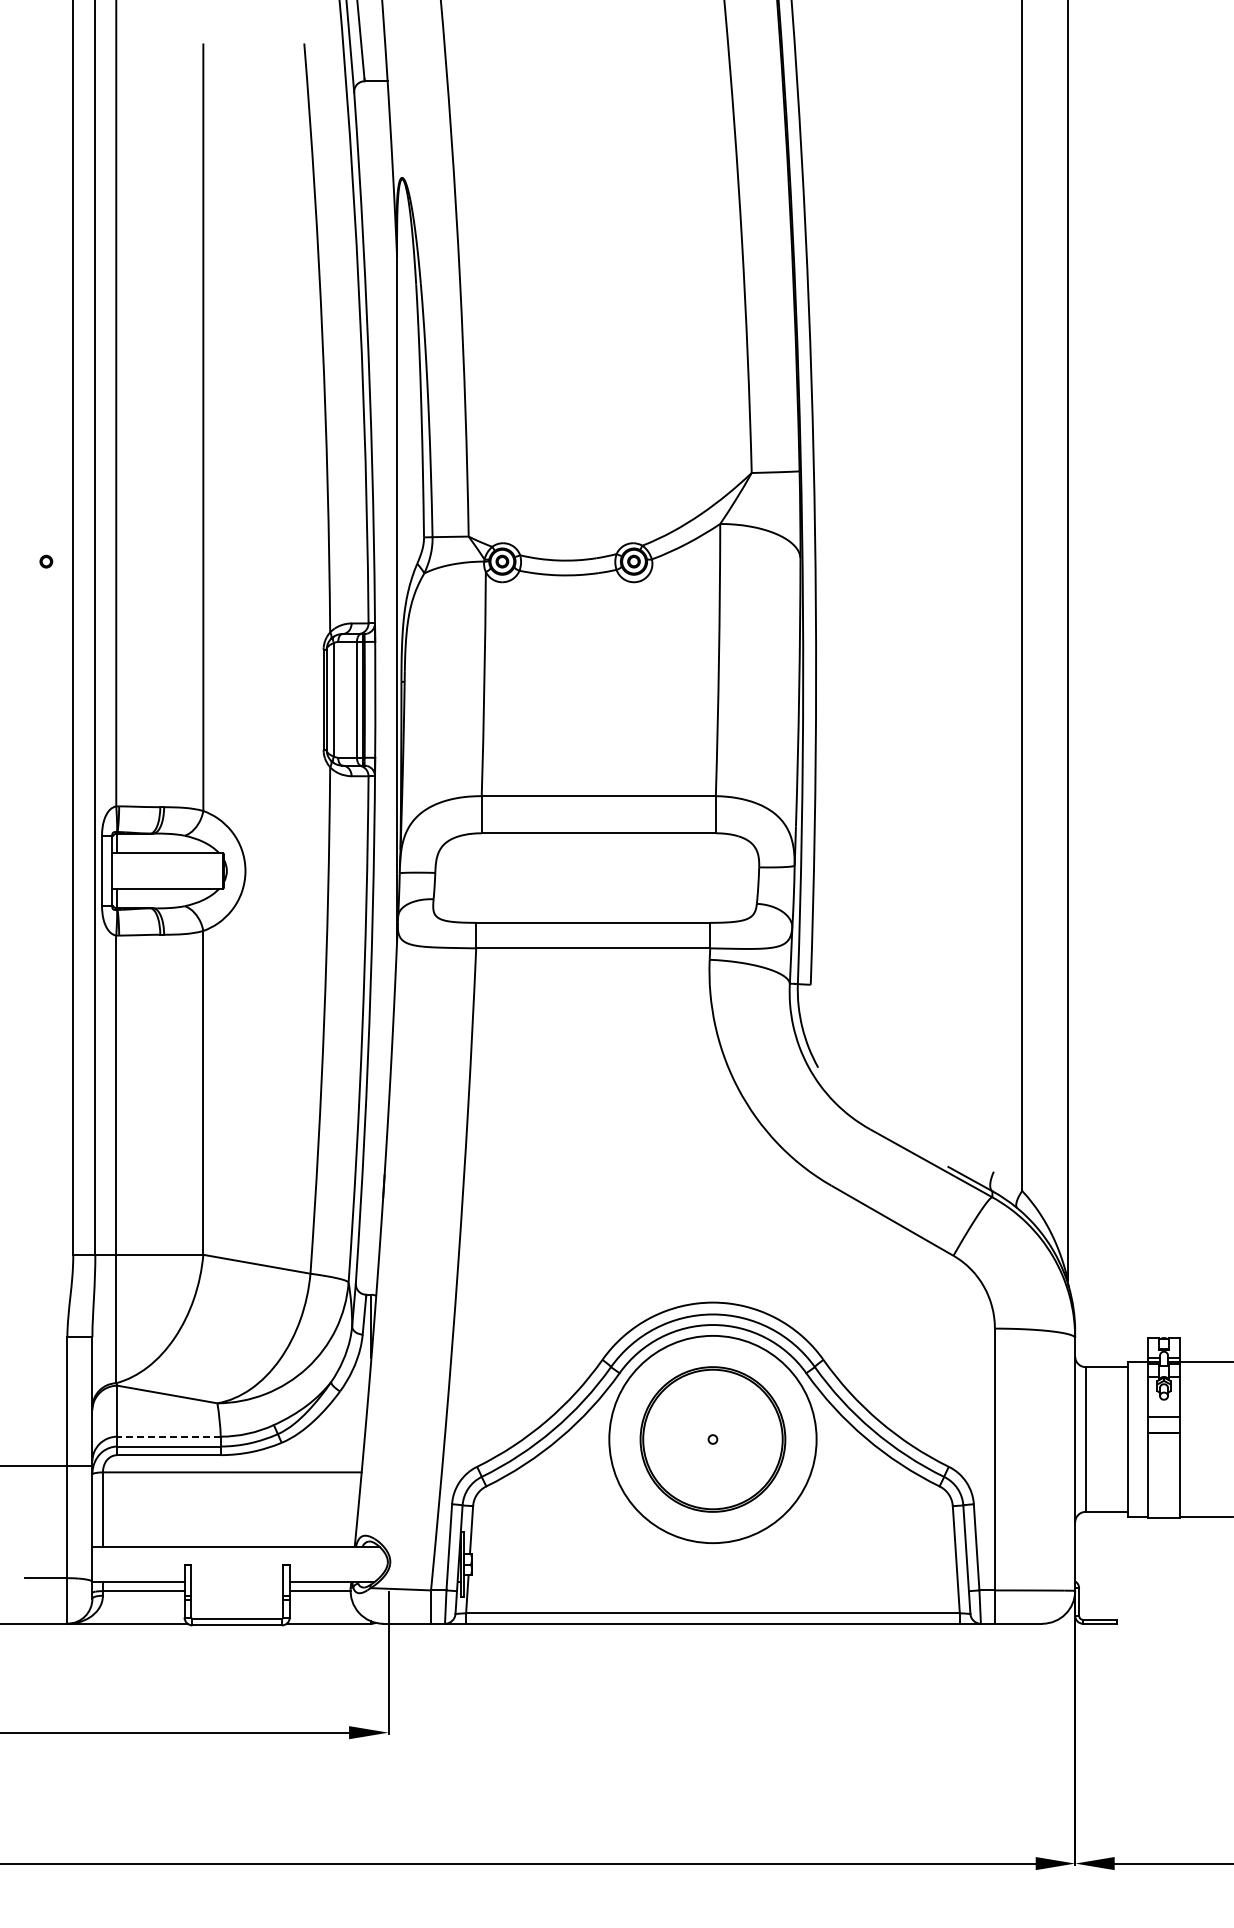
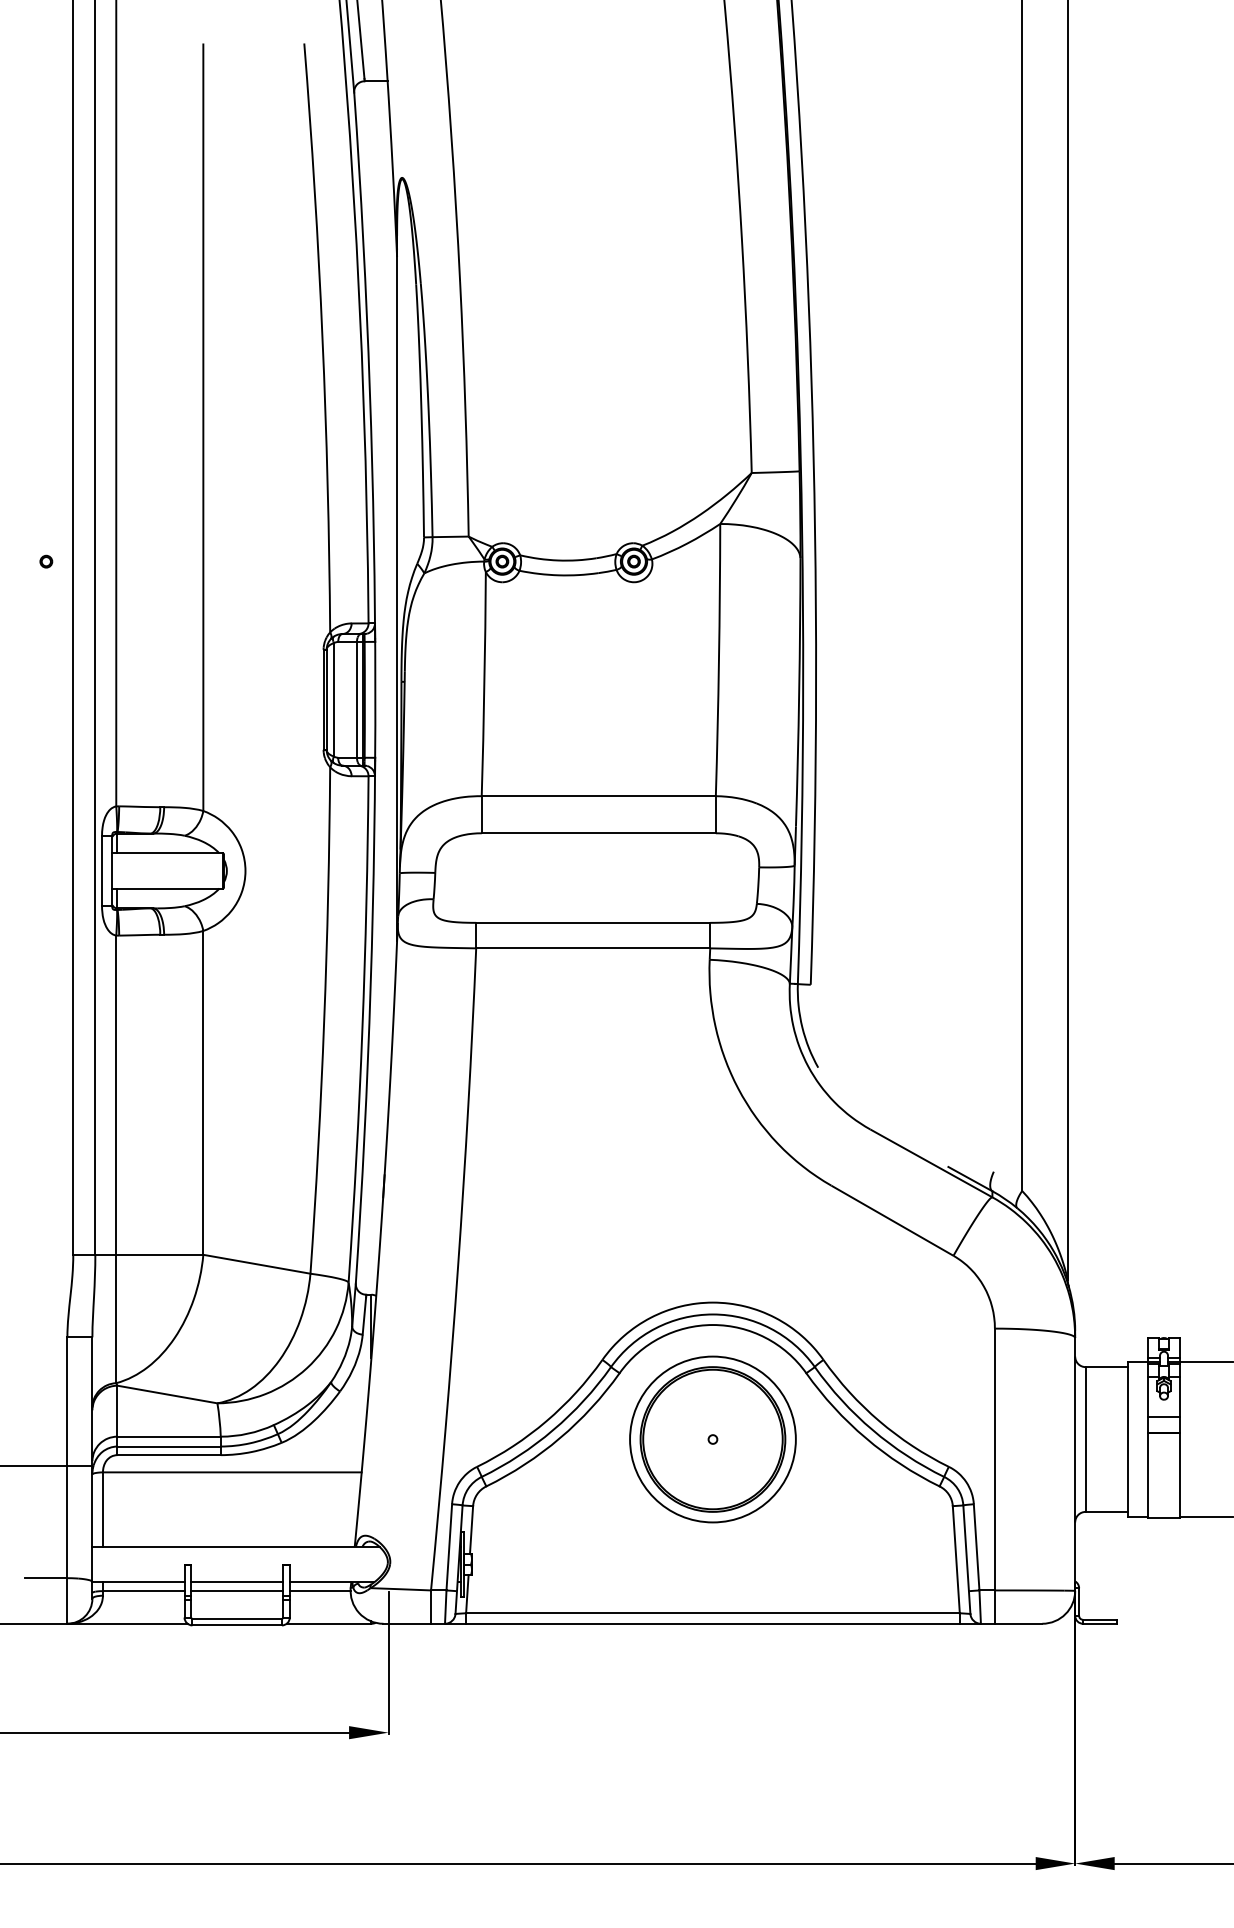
line at (169, 1436): dashed -> solid
circle at (712, 1439) diameter: 207 px -> 166 px
line at (237, 1582): none -> present
line at (237, 1591): none -> present
